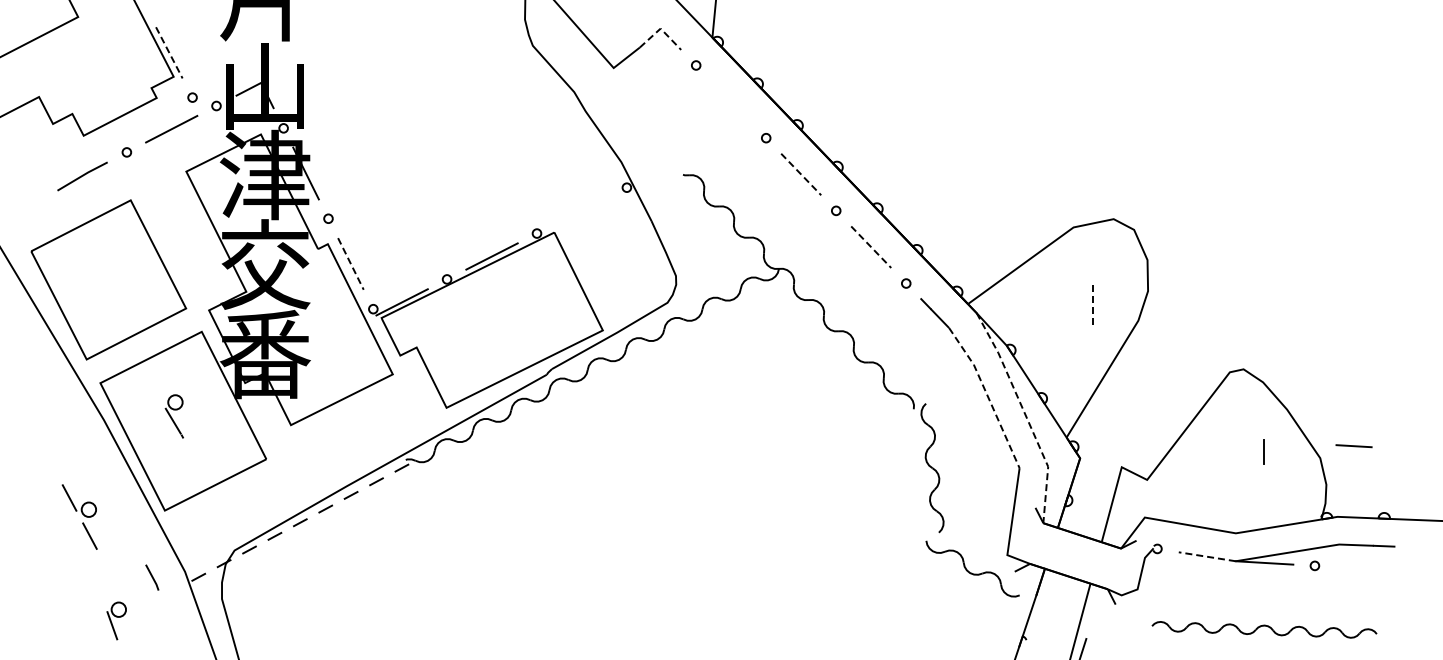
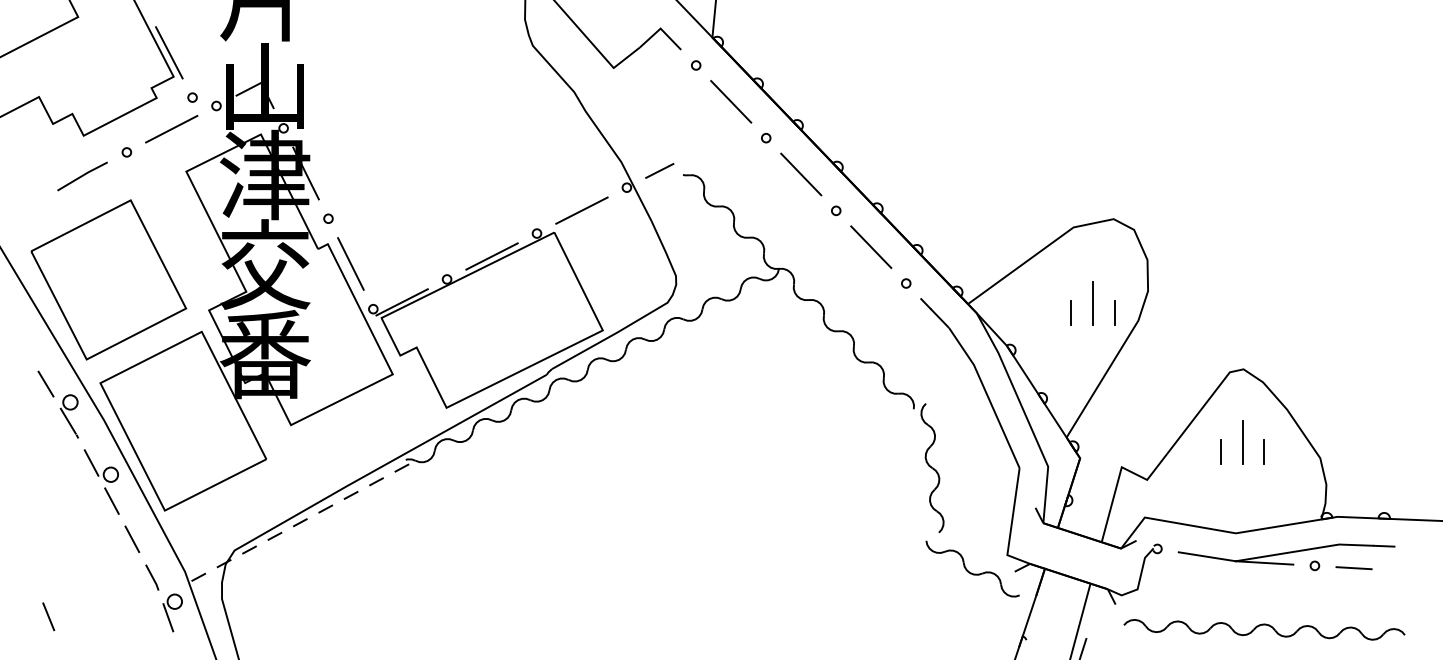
line at (660, 28): dashed -> solid
line at (169, 52): dashed -> solid
line at (731, 101): none -> present
line at (659, 170): none -> present
line at (801, 174): dashed -> solid
line at (581, 210): none -> present
line at (871, 247): dashed -> solid
line at (350, 263): dashed -> solid
line at (1092, 303): dashed -> solid
line at (1071, 313): none -> present
line at (1114, 313): none -> present
line at (45, 383): none -> present
line at (987, 396): dashed -> solid
line at (1025, 414): dashed -> solid
part at (173, 416) position: (173, 416) -> (68, 416)
line at (1242, 442): none -> present
line at (1353, 446) position: (1353, 446) -> (1353, 568)
line at (1221, 451): none -> present
part at (79, 516) position: (79, 516) -> (101, 481)
line at (132, 539): none -> present
line at (1207, 556): dashed -> solid
line at (48, 616): none -> present
part at (116, 620) position: (116, 620) -> (172, 612)
part at (1264, 629) size: 227x18 px -> 283x22 px
